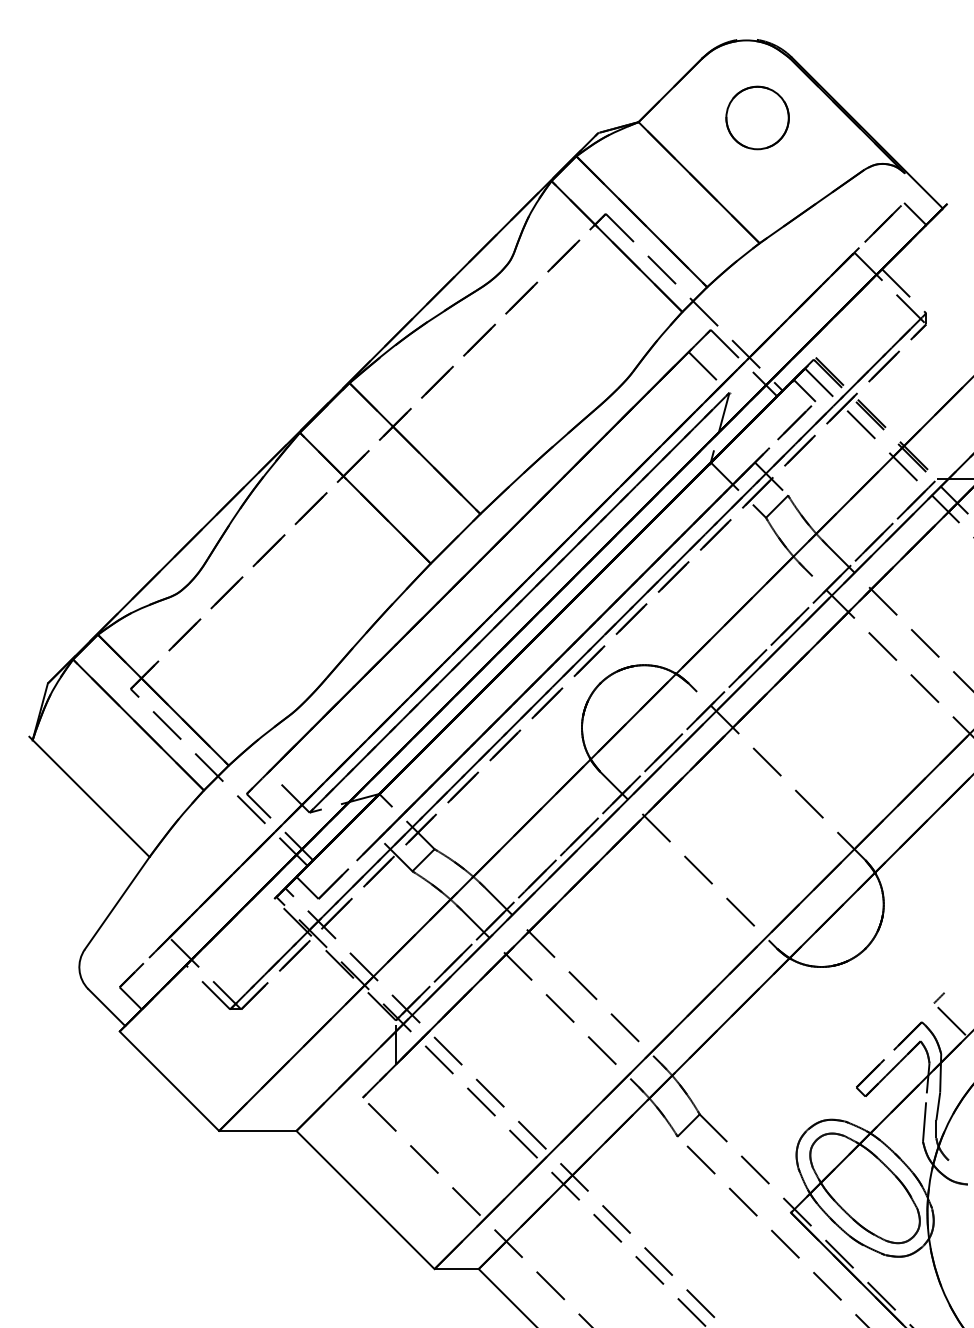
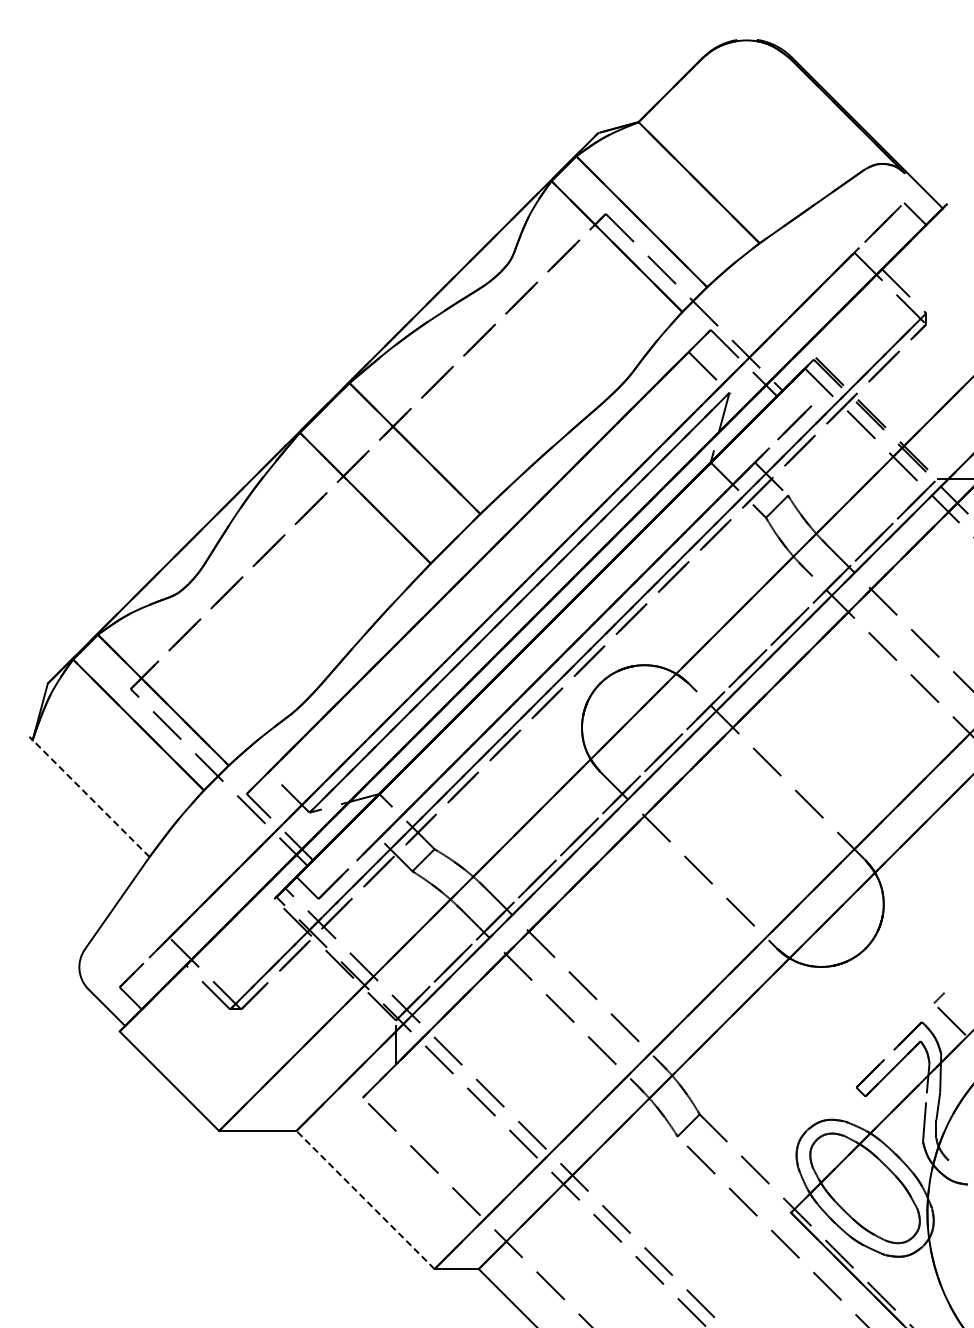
part at (757, 117): present -> none
line at (804, 390): present -> none
line at (89, 796): solid -> dashed
line at (365, 1200): solid -> dashed
